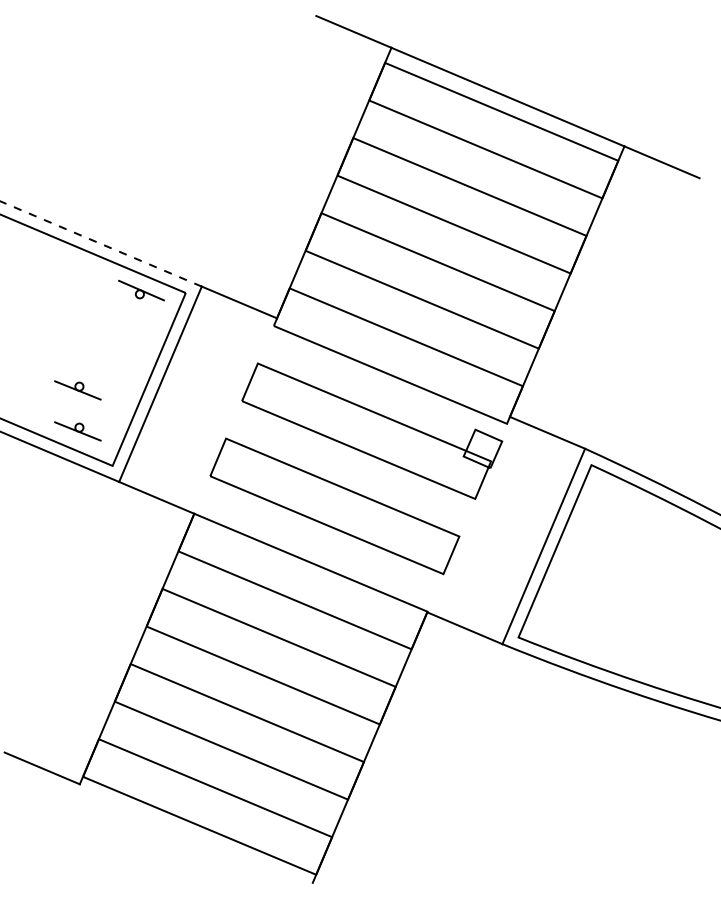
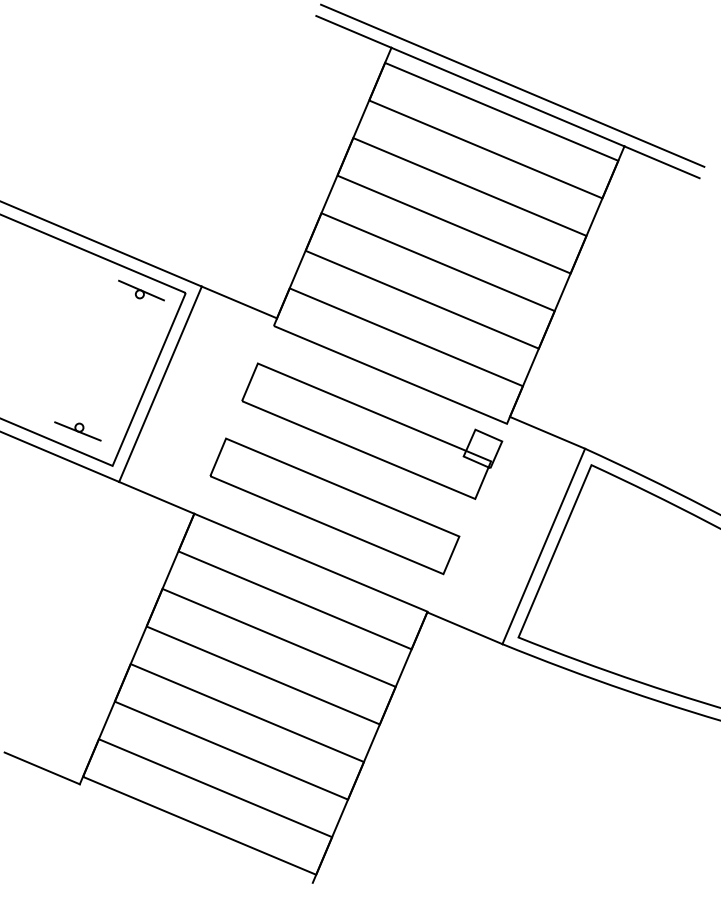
line at (512, 85): none -> present
line at (101, 244): dashed -> solid
part at (77, 390): present -> none
